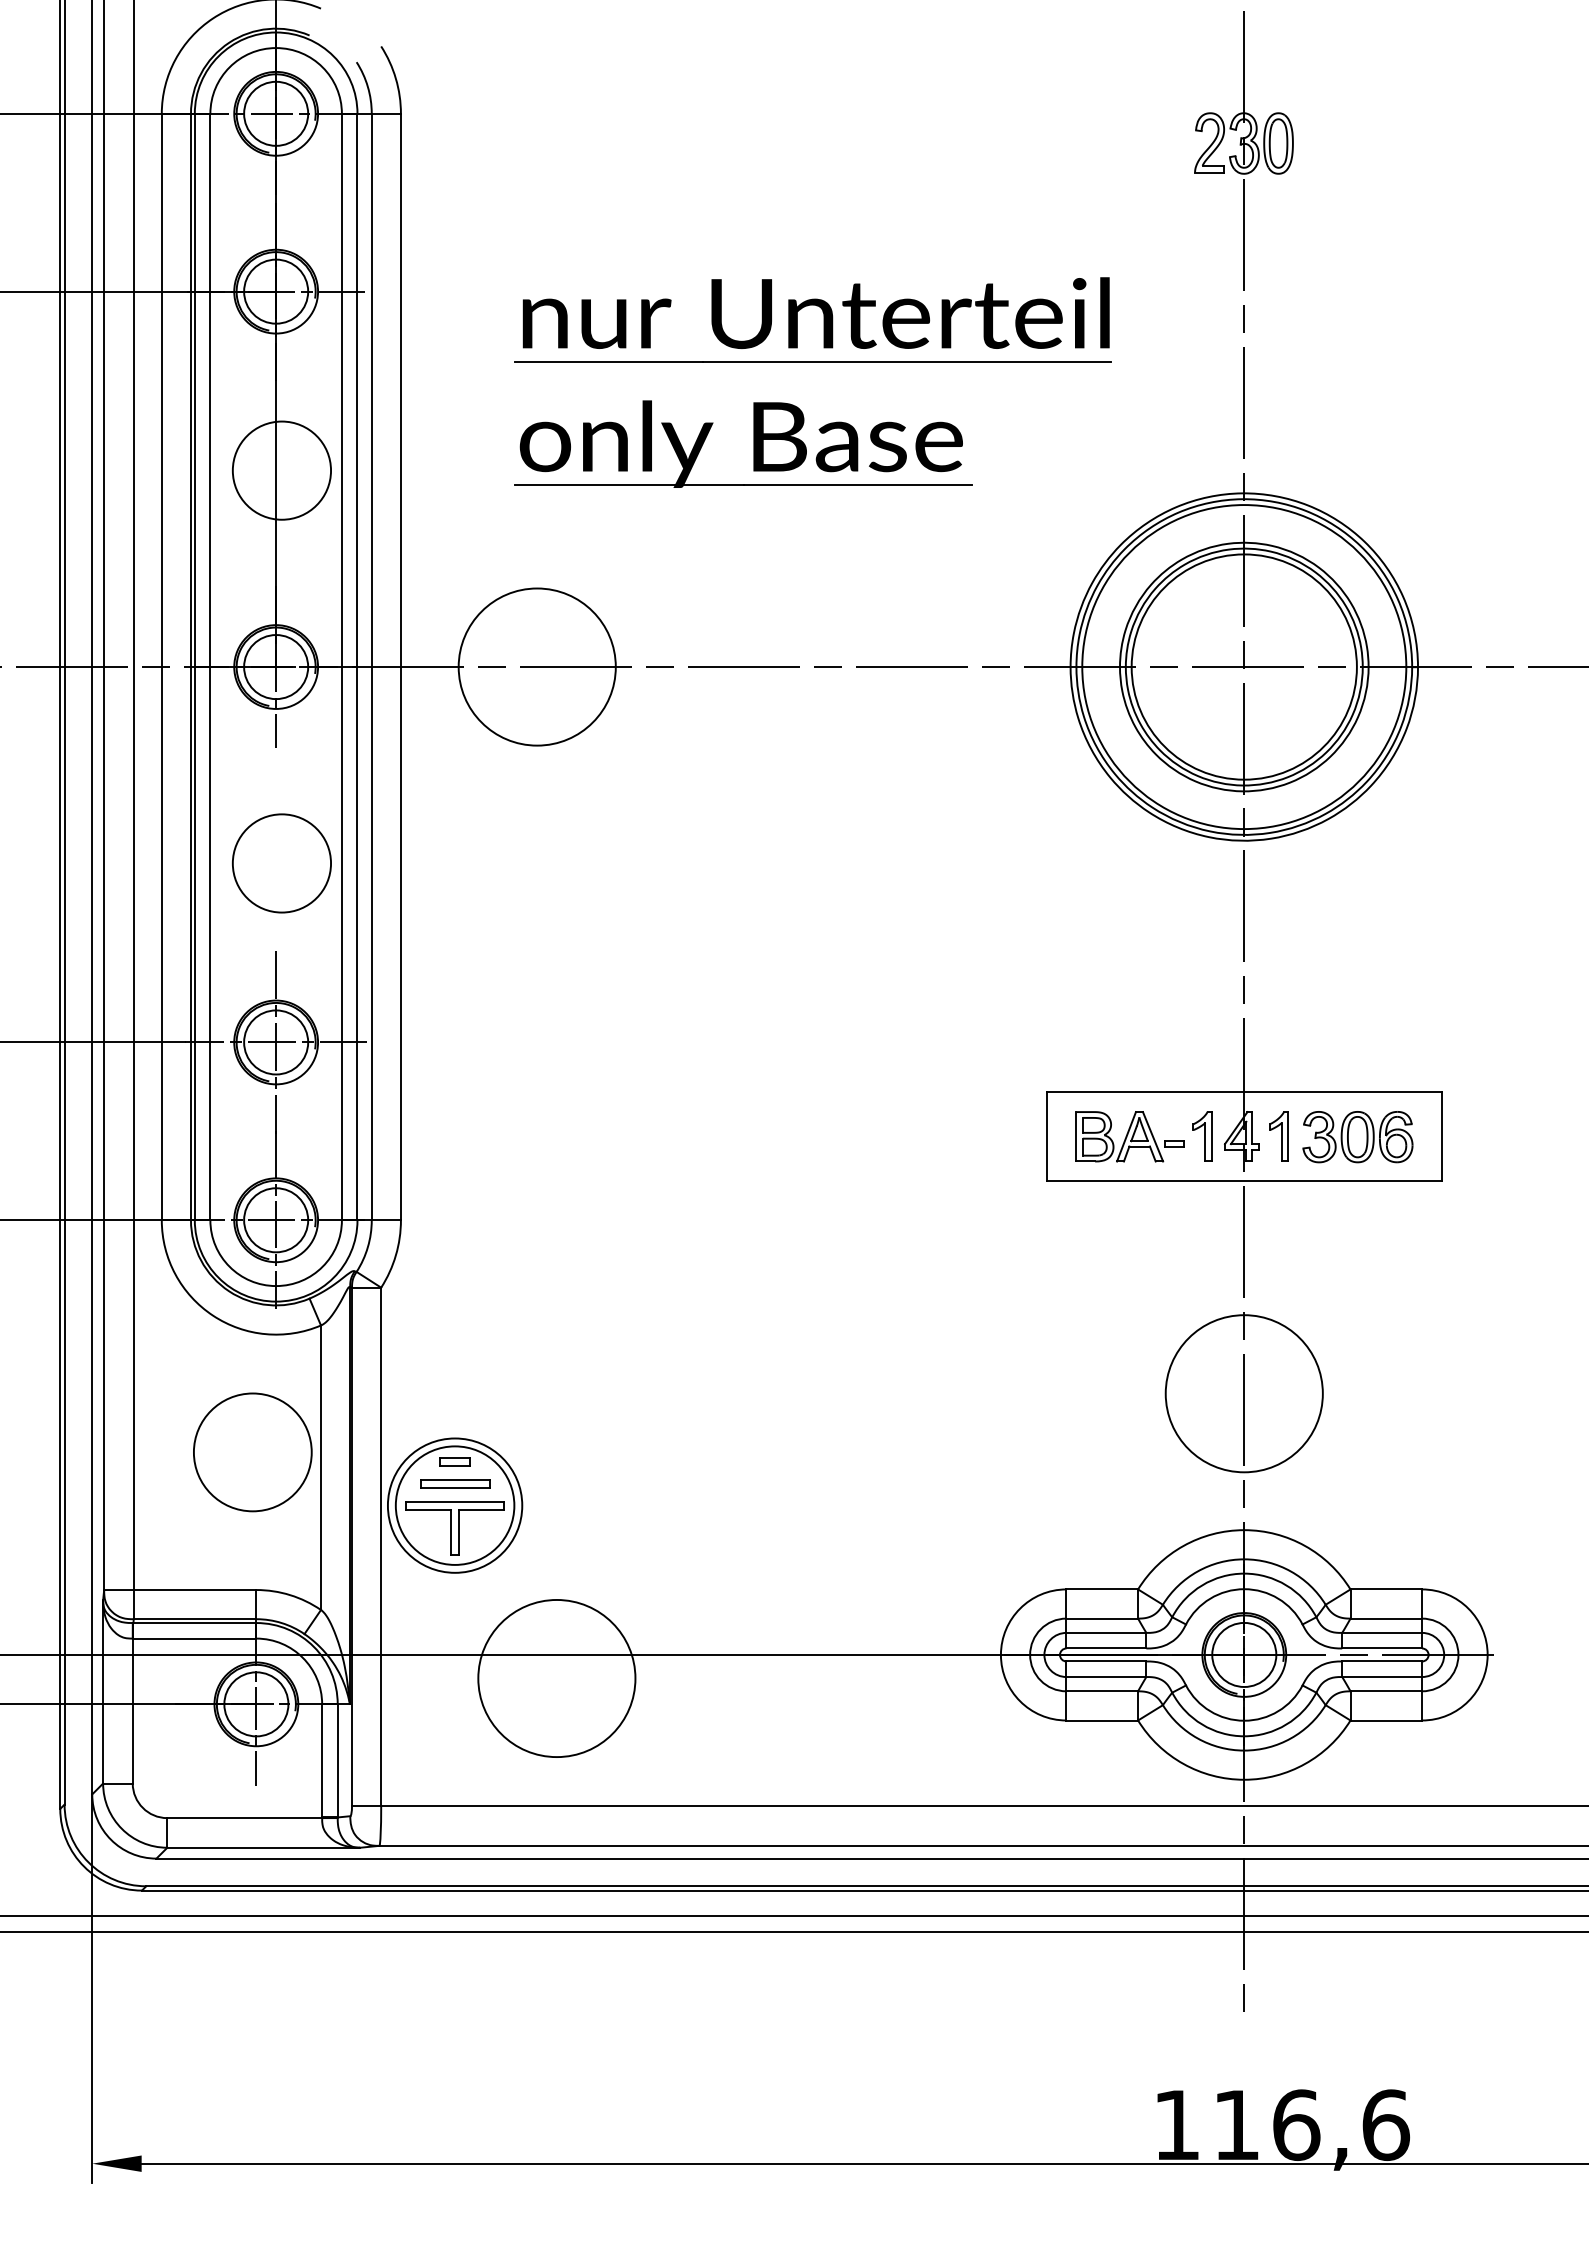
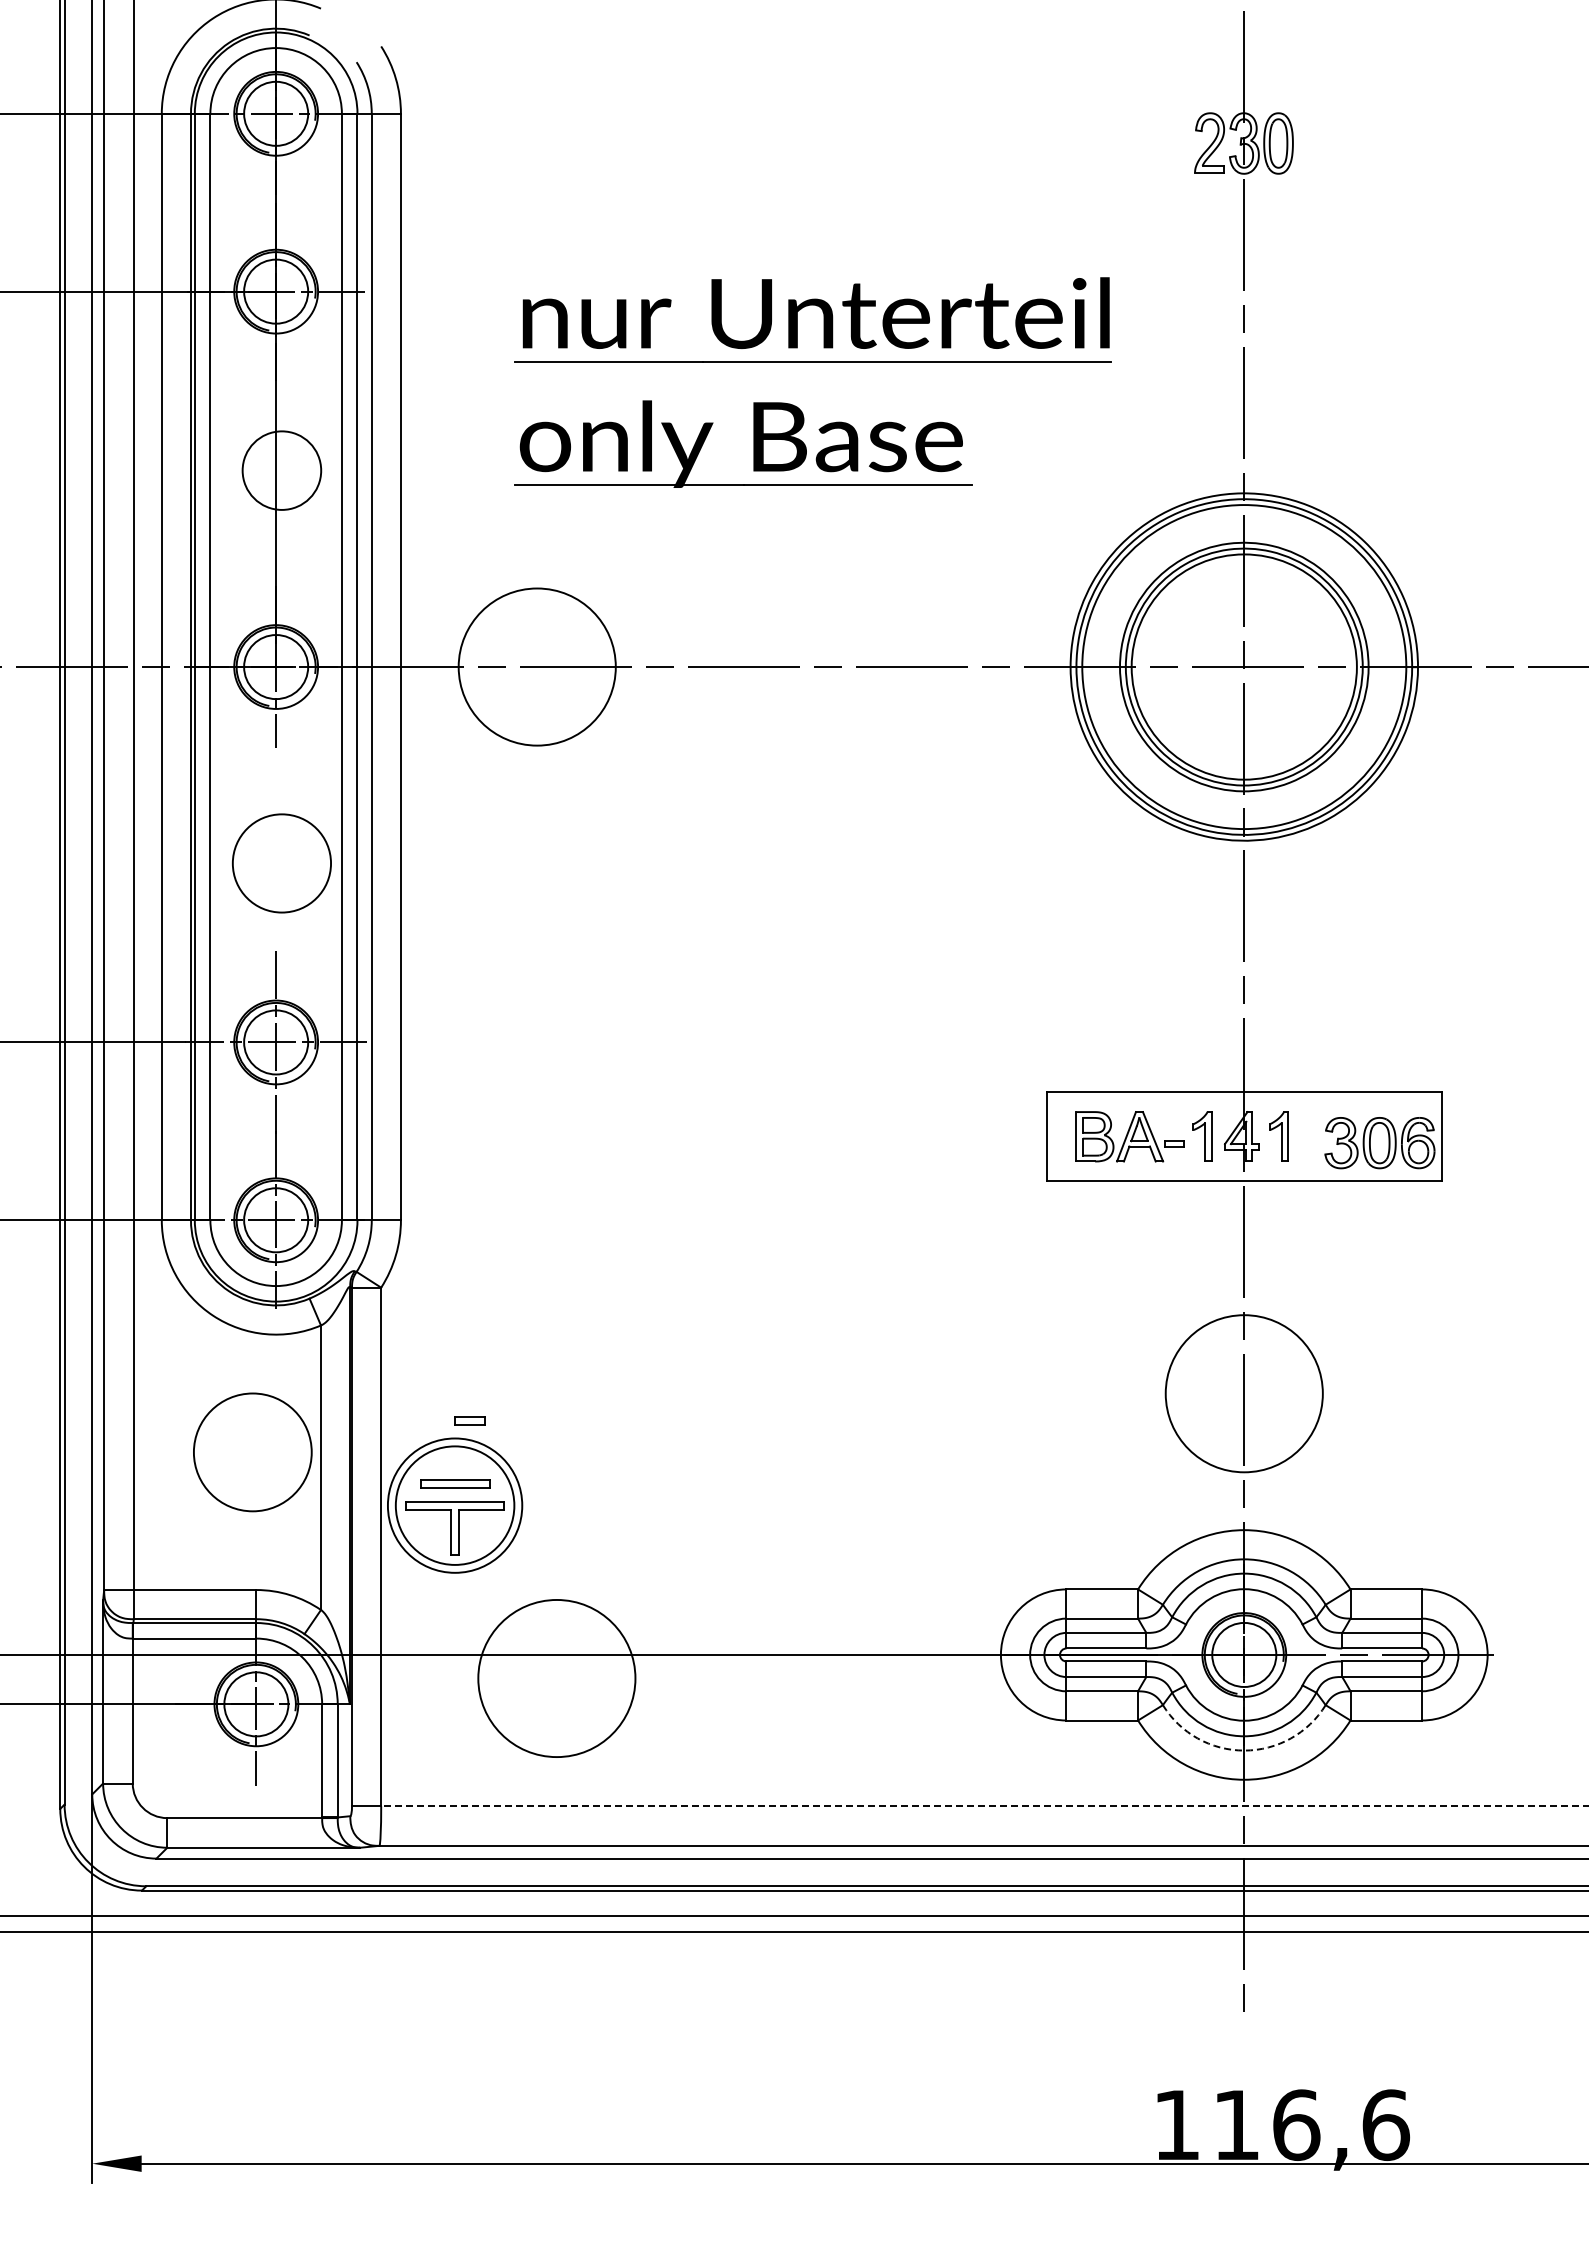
circle at (281, 470) diameter: 98 px -> 79 px
part at (1357, 1137) position: (1357, 1137) -> (1379, 1143)
part at (454, 1461) position: (454, 1461) -> (469, 1420)
arc at (1244, 1750): solid -> dashed
line at (984, 1806): solid -> dashed
